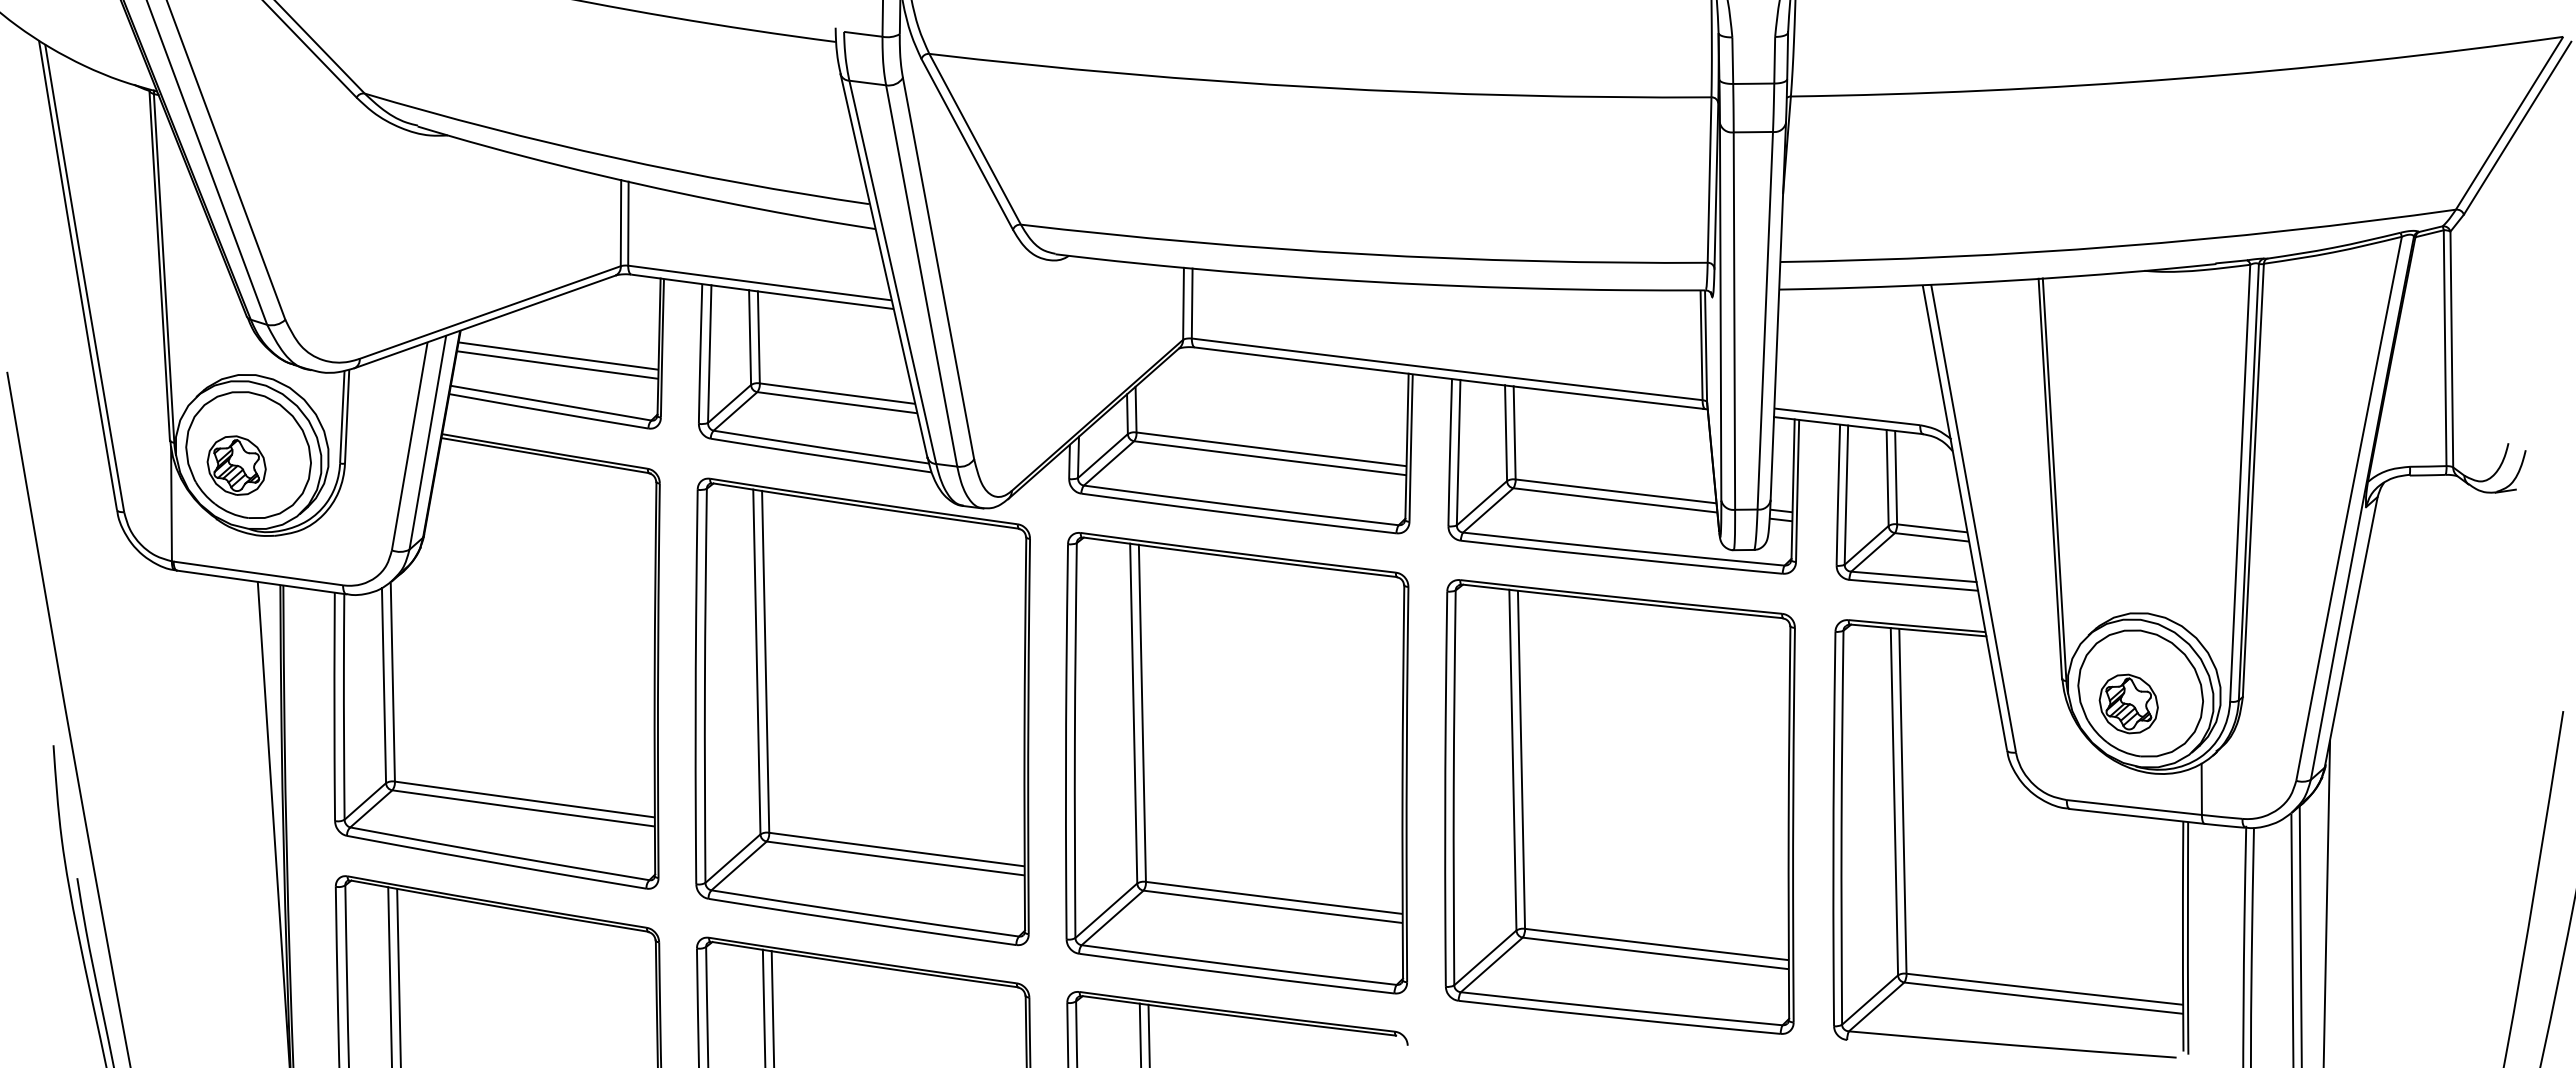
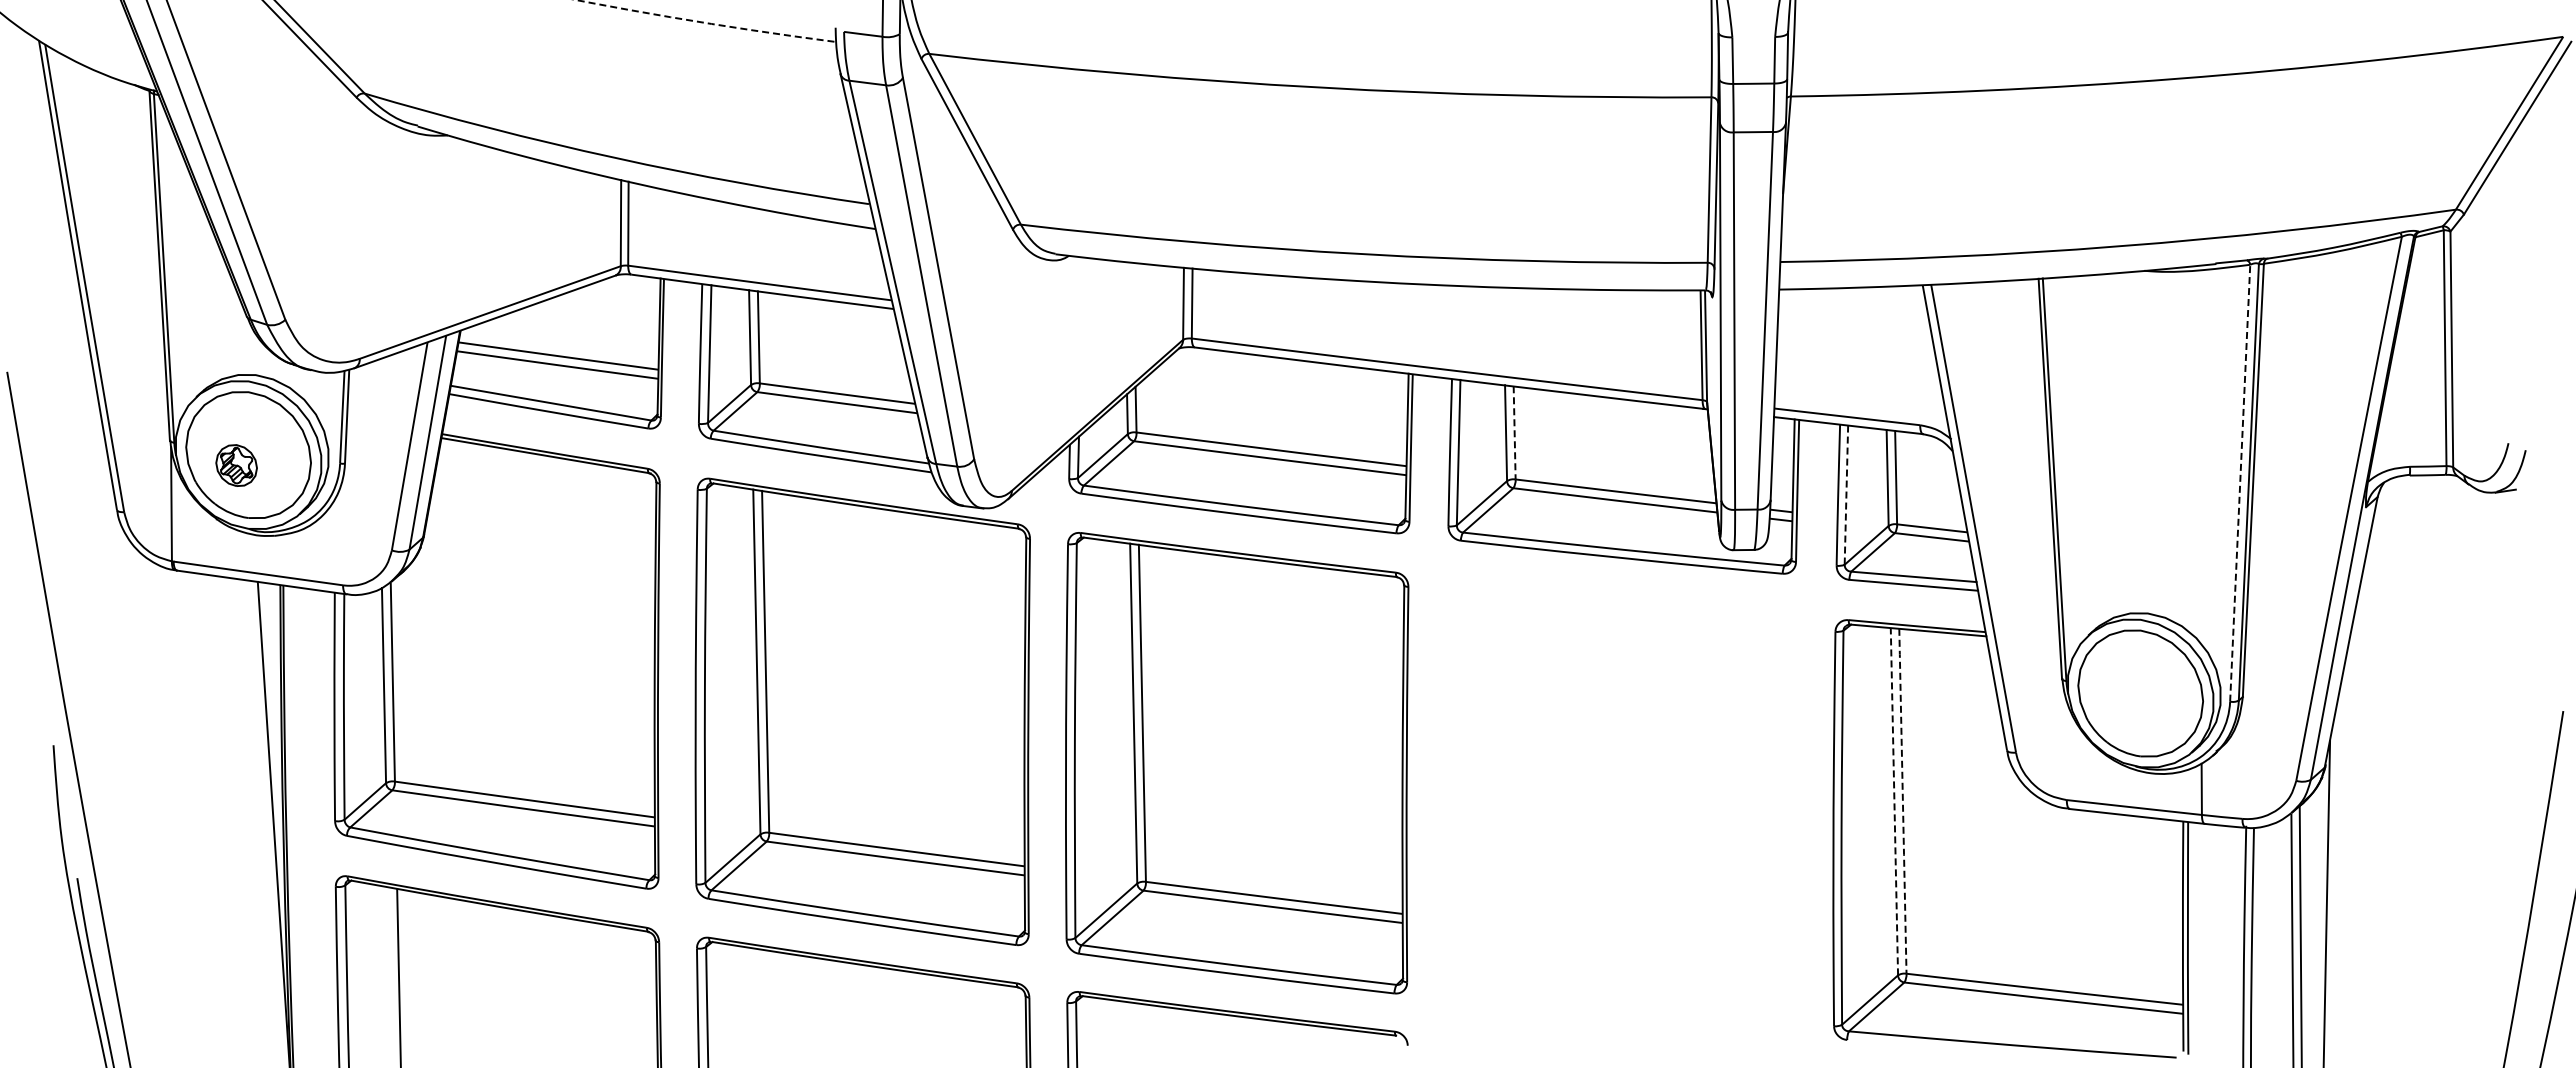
arc at (705, 22): solid -> dashed
line at (1514, 432): solid -> dashed
part at (236, 465) size: 61x61 px -> 43x43 px
line at (2240, 483): solid -> dashed
line at (1846, 495): solid -> dashed
part at (2128, 703): present -> none
line at (1894, 801): solid -> dashed
line at (1902, 801): solid -> dashed
part at (1619, 806): present -> none
line at (389, 975): present -> none
line at (763, 1006): present -> none
line at (772, 1007): present -> none
line at (1140, 1033): present -> none
line at (1148, 1034): present -> none
